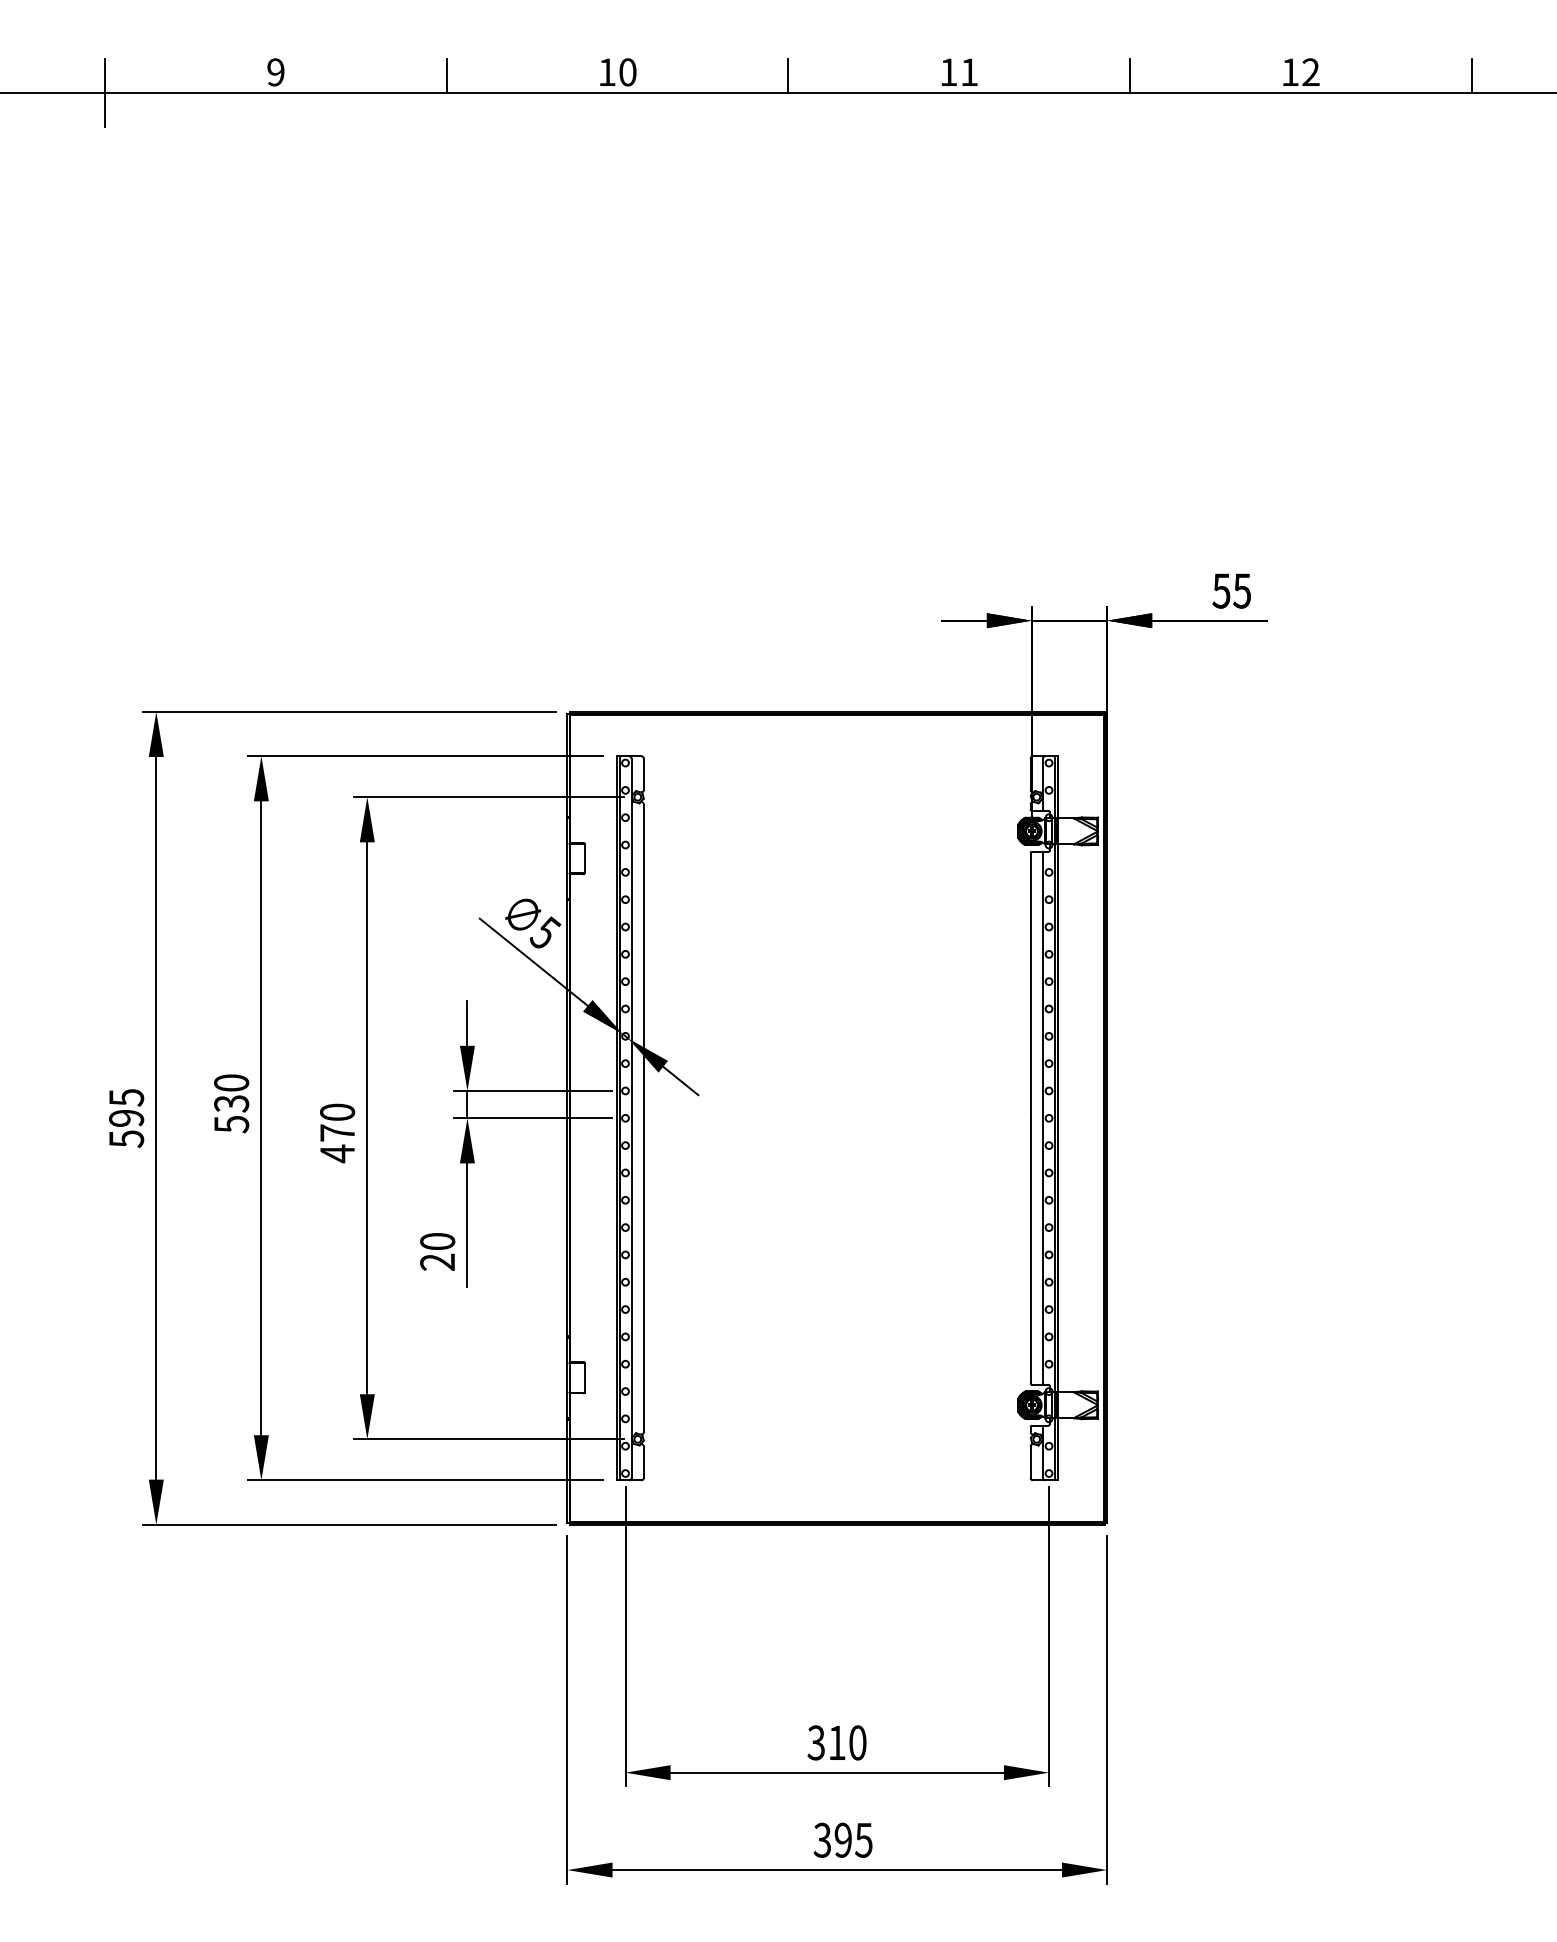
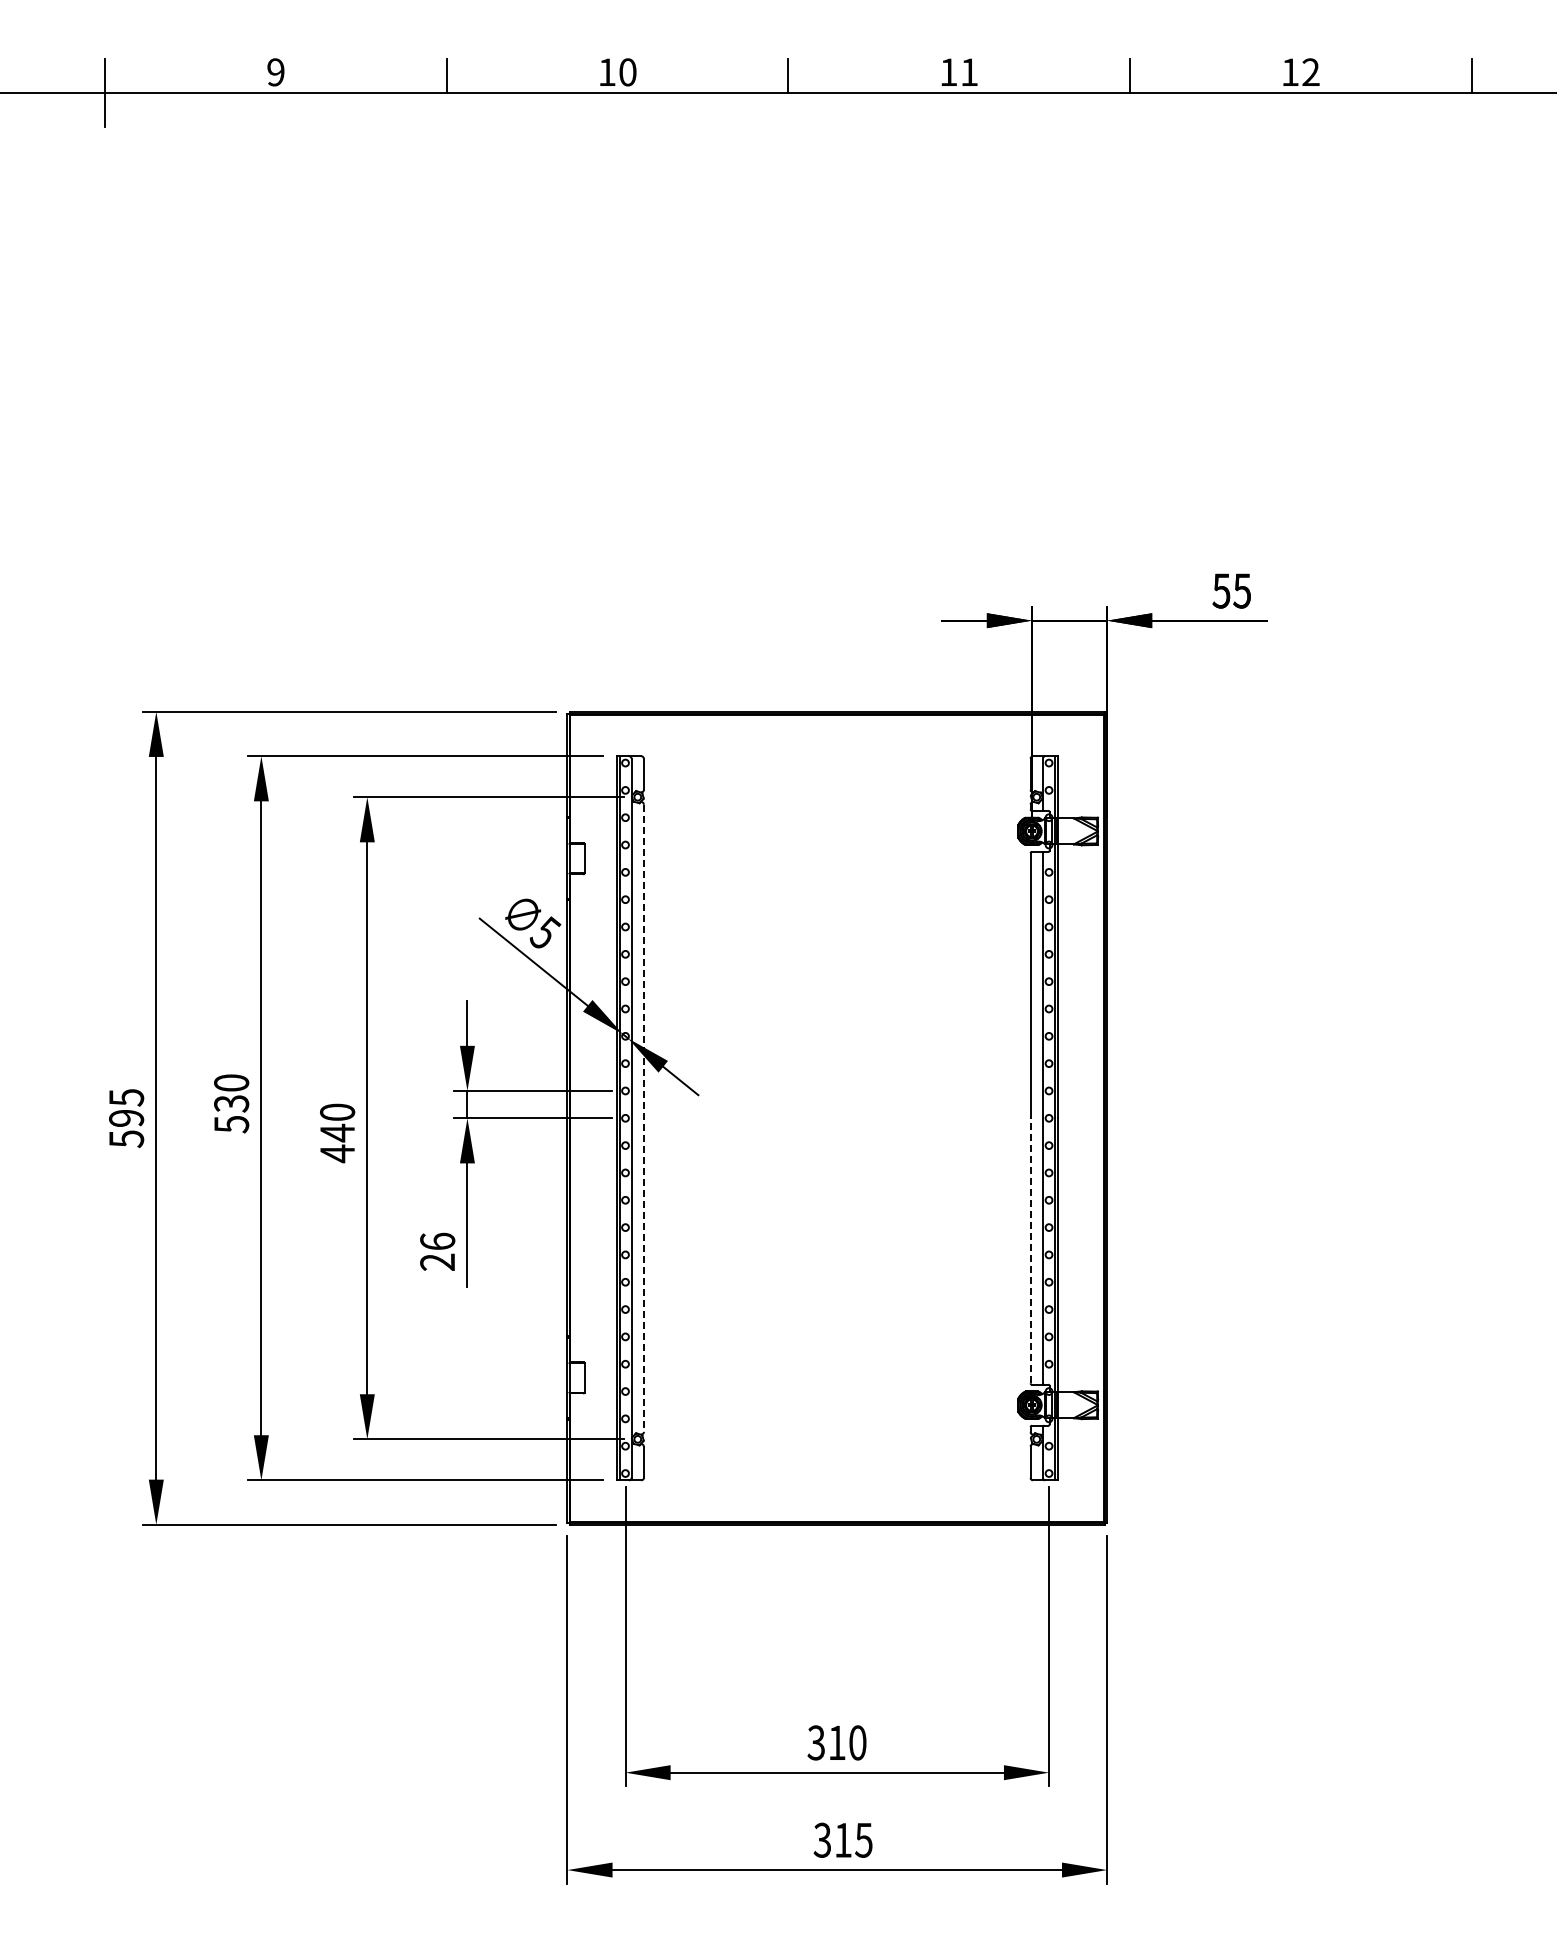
line at (643, 1118): solid -> dashed
text at (337, 1132): 470 -> 440
text at (437, 1240): 20 -> 26
line at (1030, 1250): solid -> dashed
text at (842, 1839): 395 -> 315
